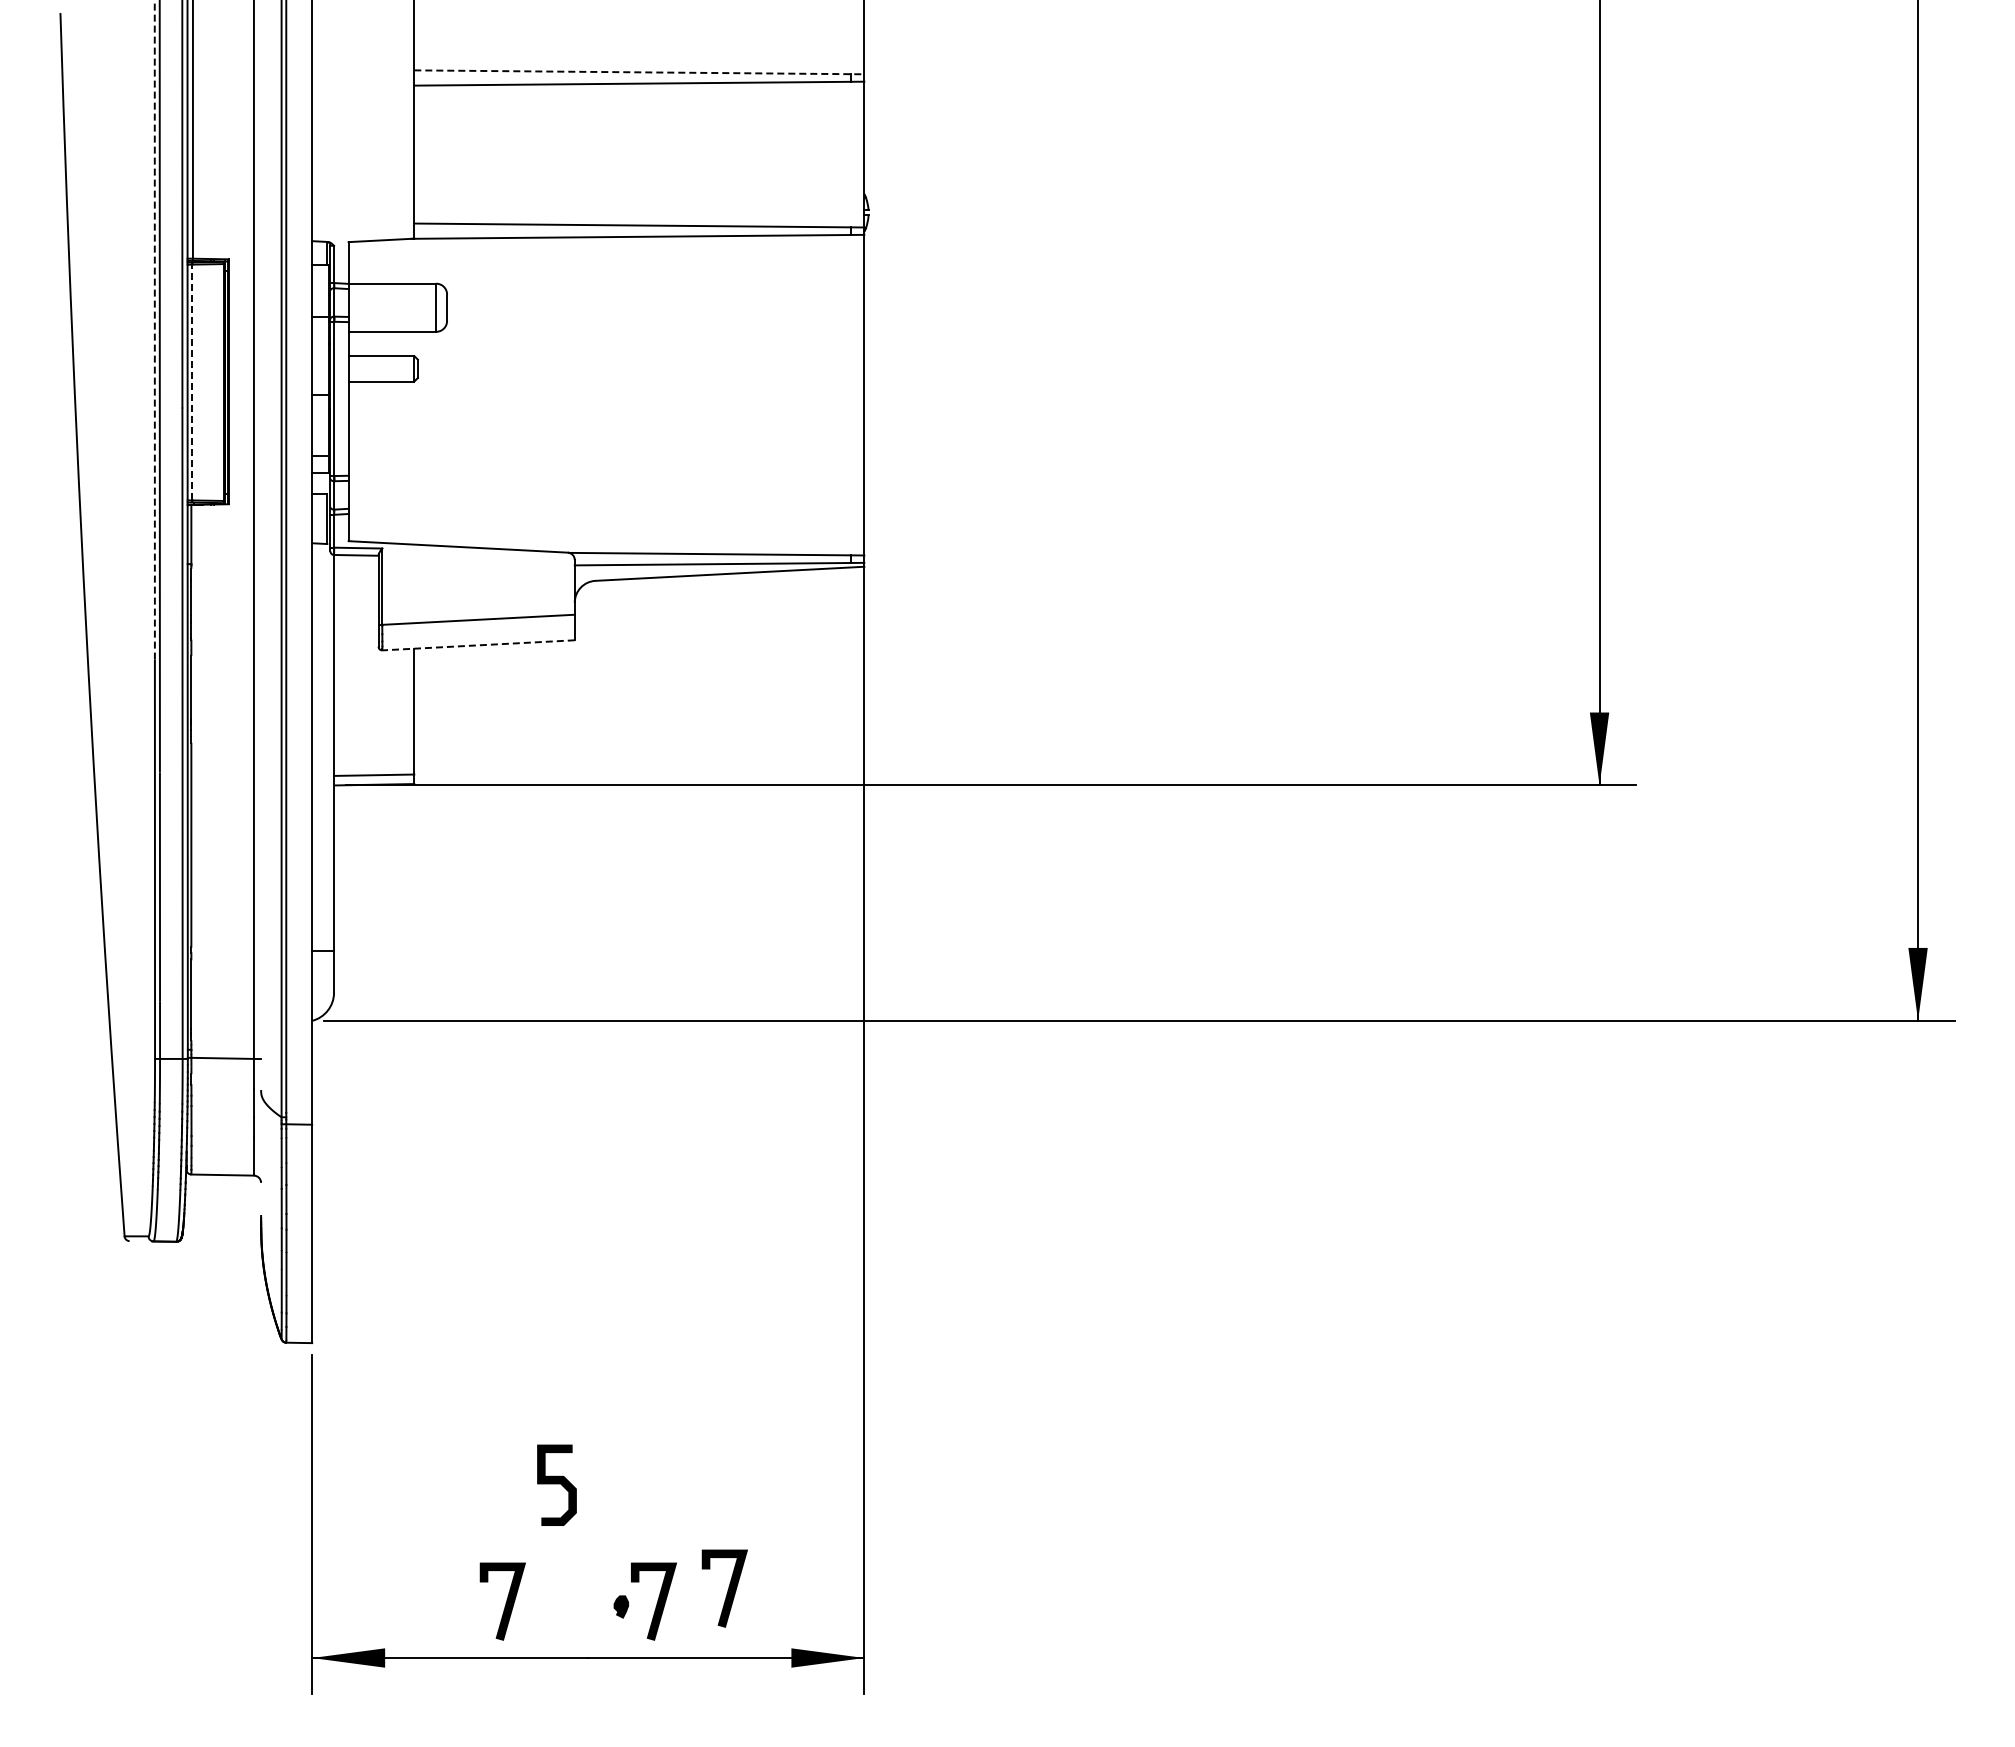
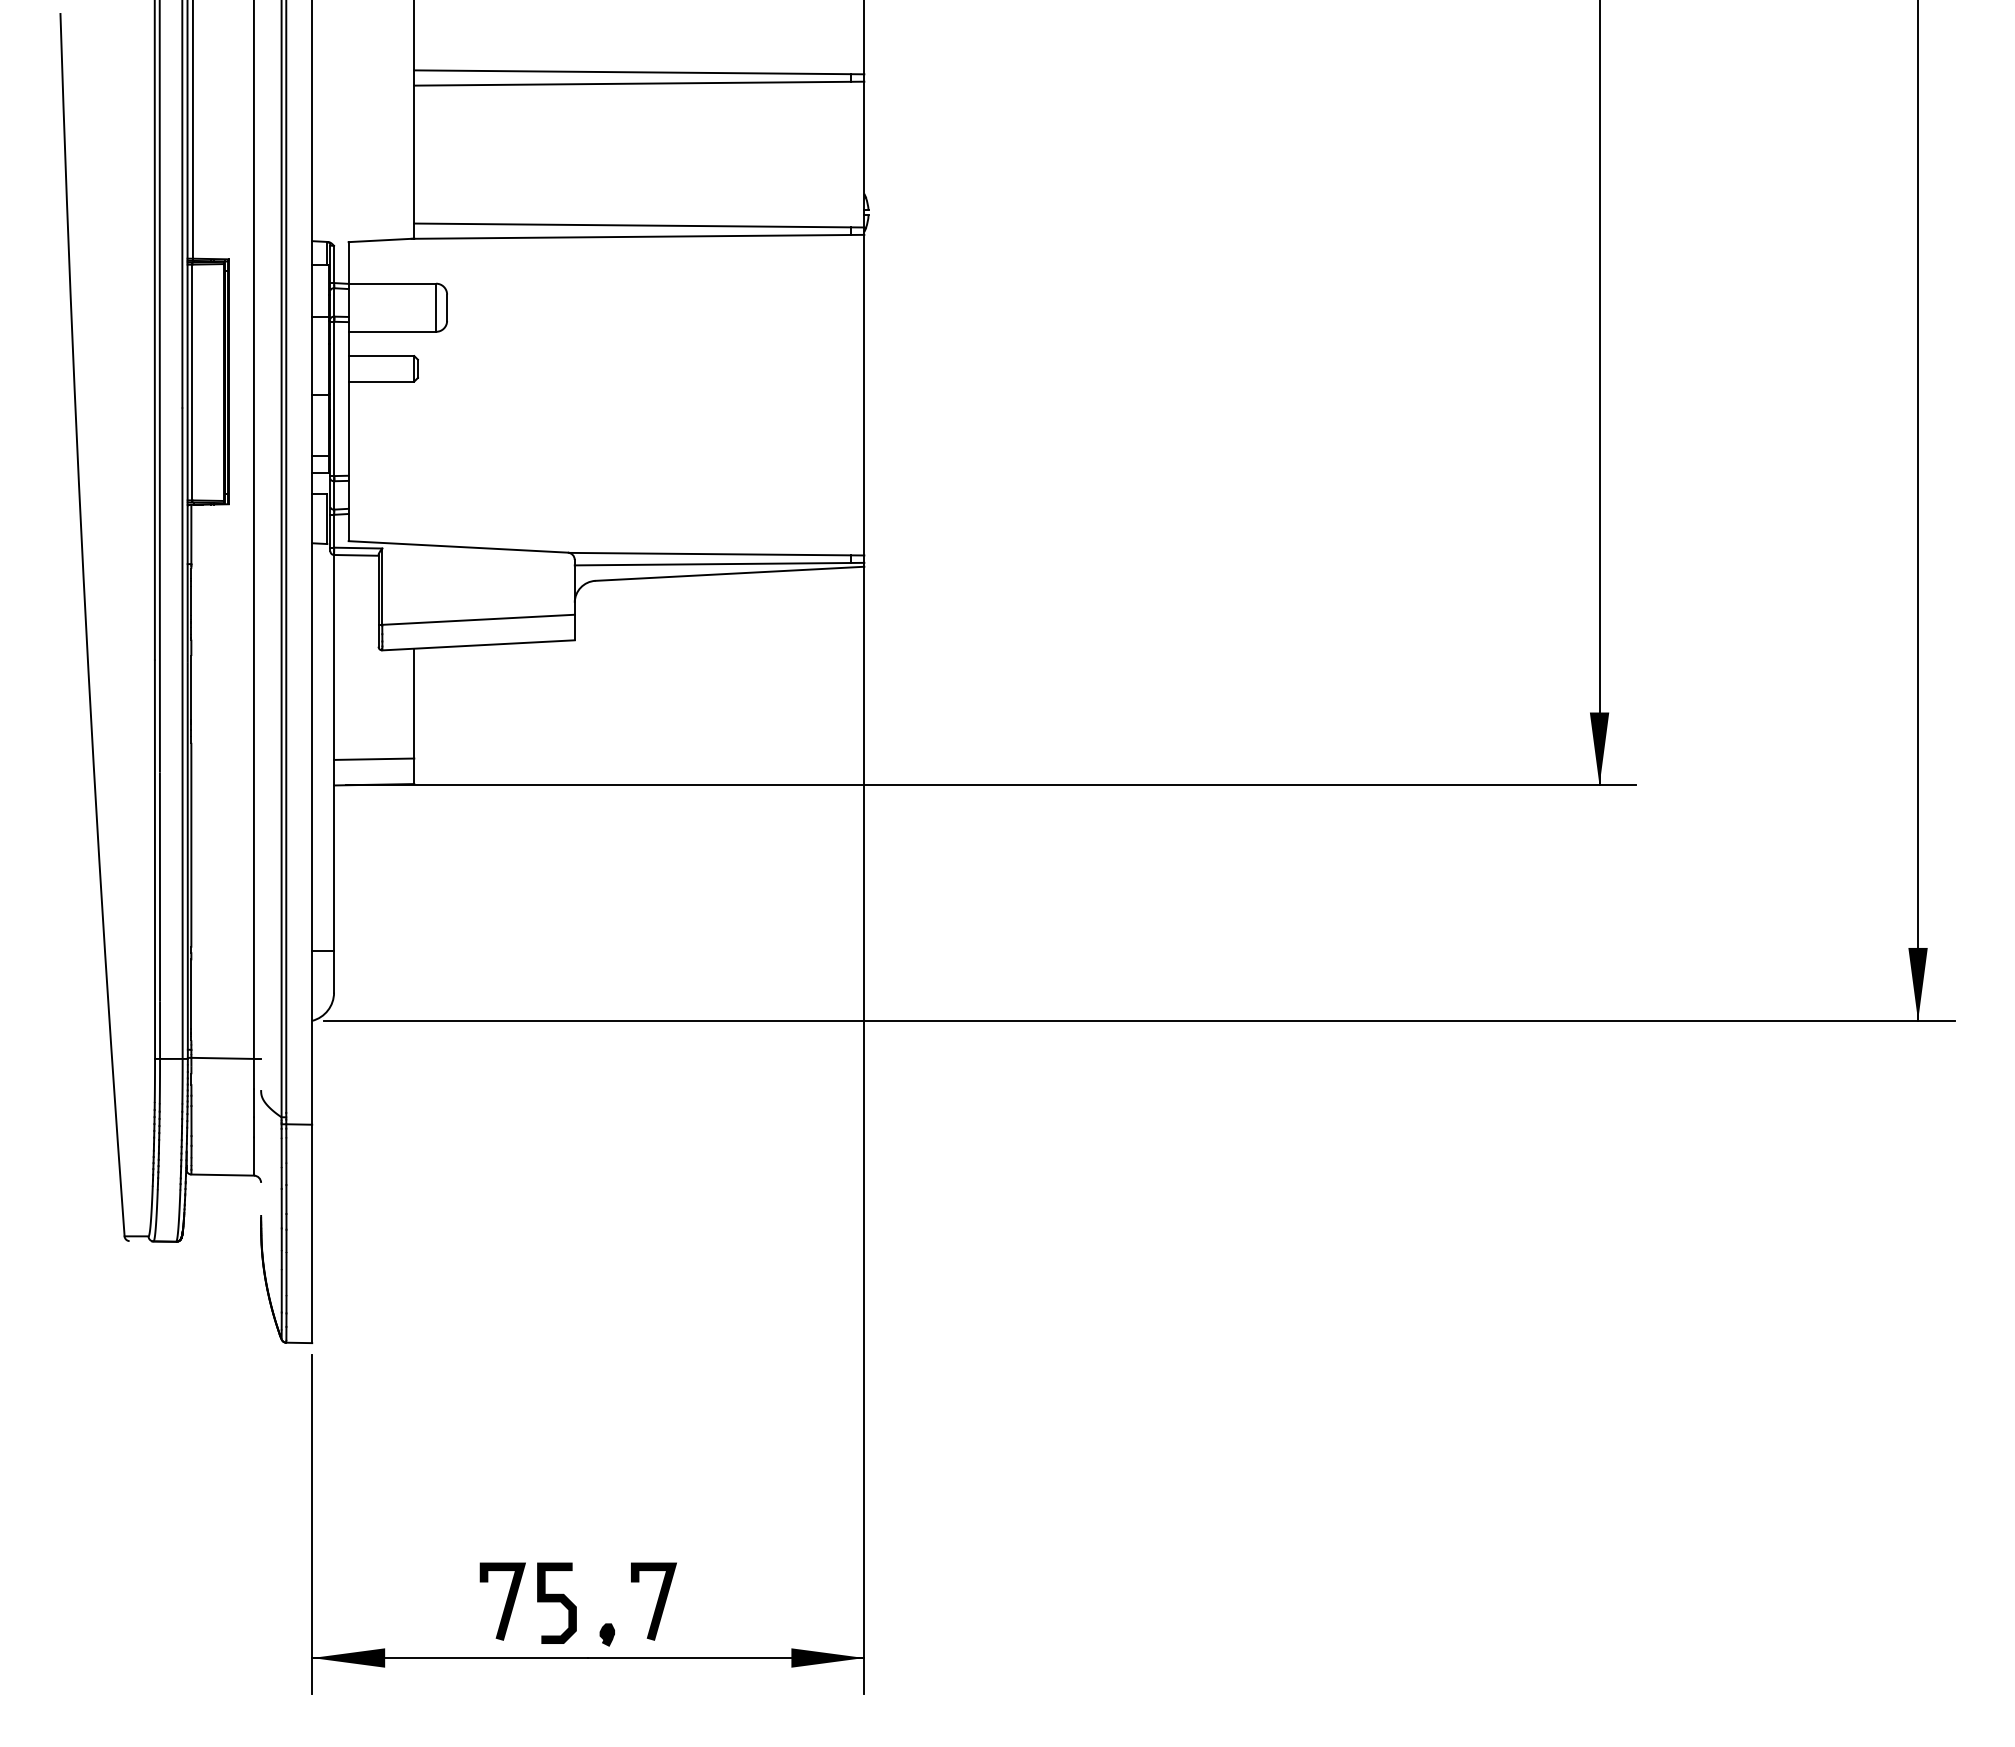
line at (639, 72): dashed -> solid
line at (154, 329): dashed -> solid
line at (192, 382): dashed -> solid
line at (478, 645): dashed -> solid
line at (374, 774) position: (374, 774) -> (374, 758)
curve at (556, 1484) position: (556, 1484) -> (556, 1602)
line at (727, 1590): present -> none
part at (620, 1606) position: (620, 1606) -> (606, 1634)
